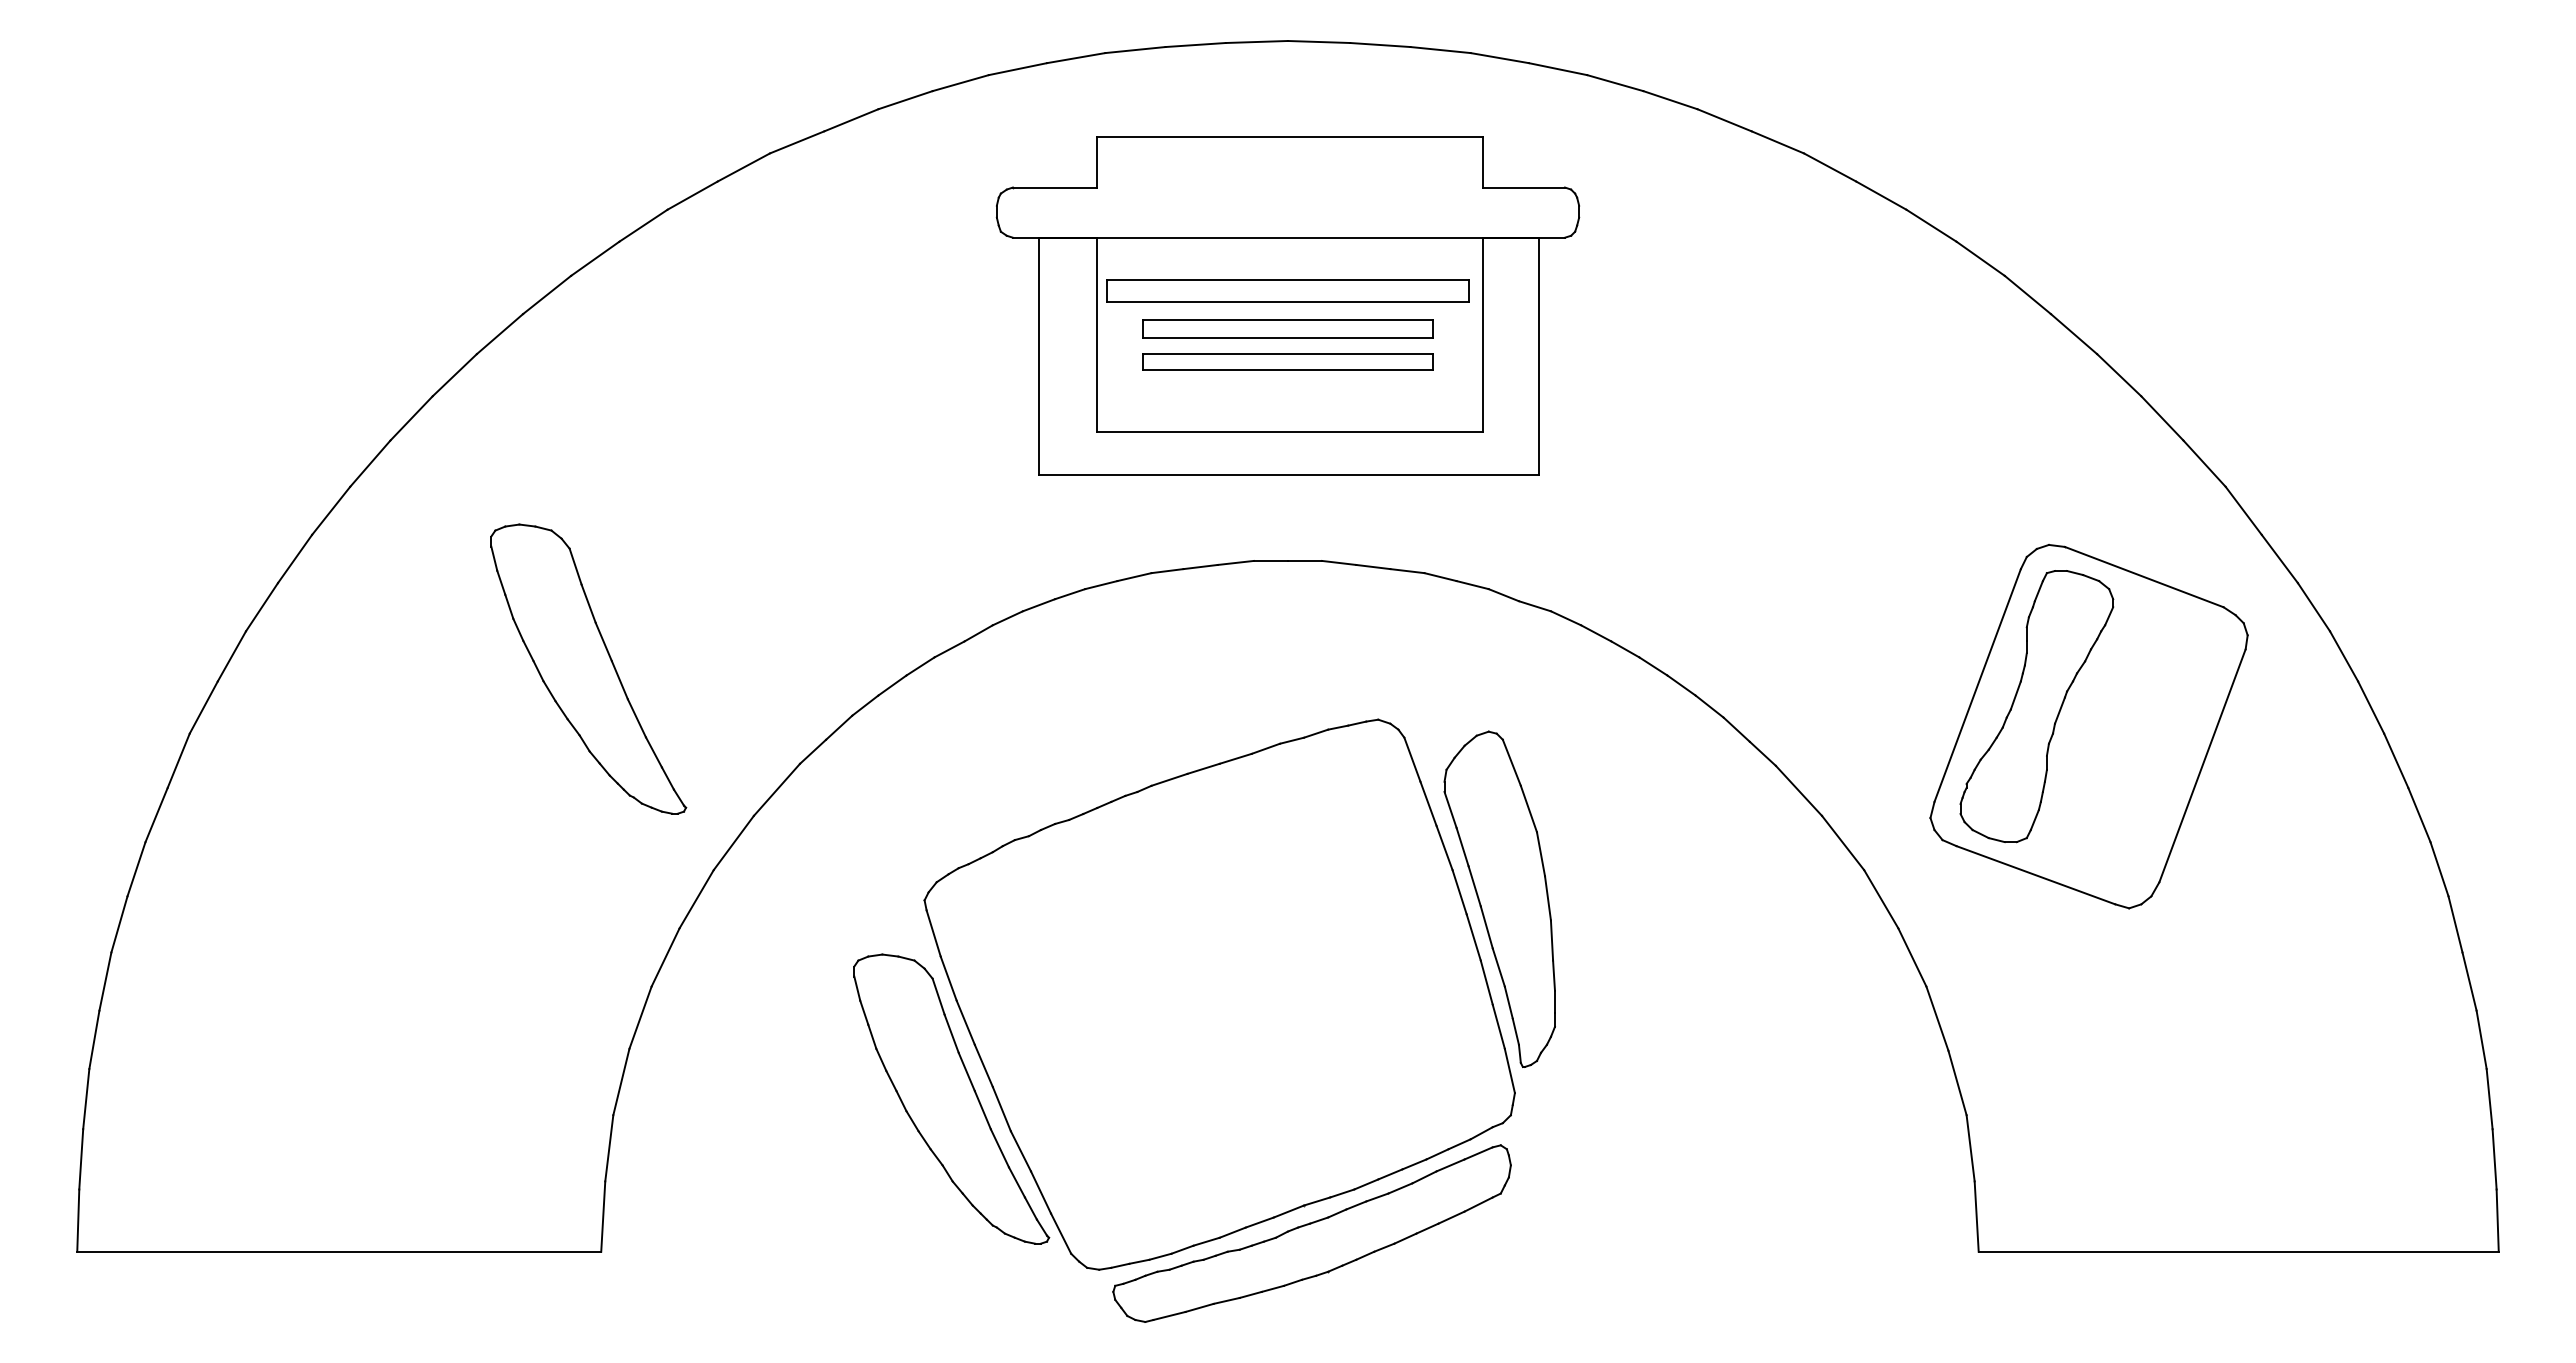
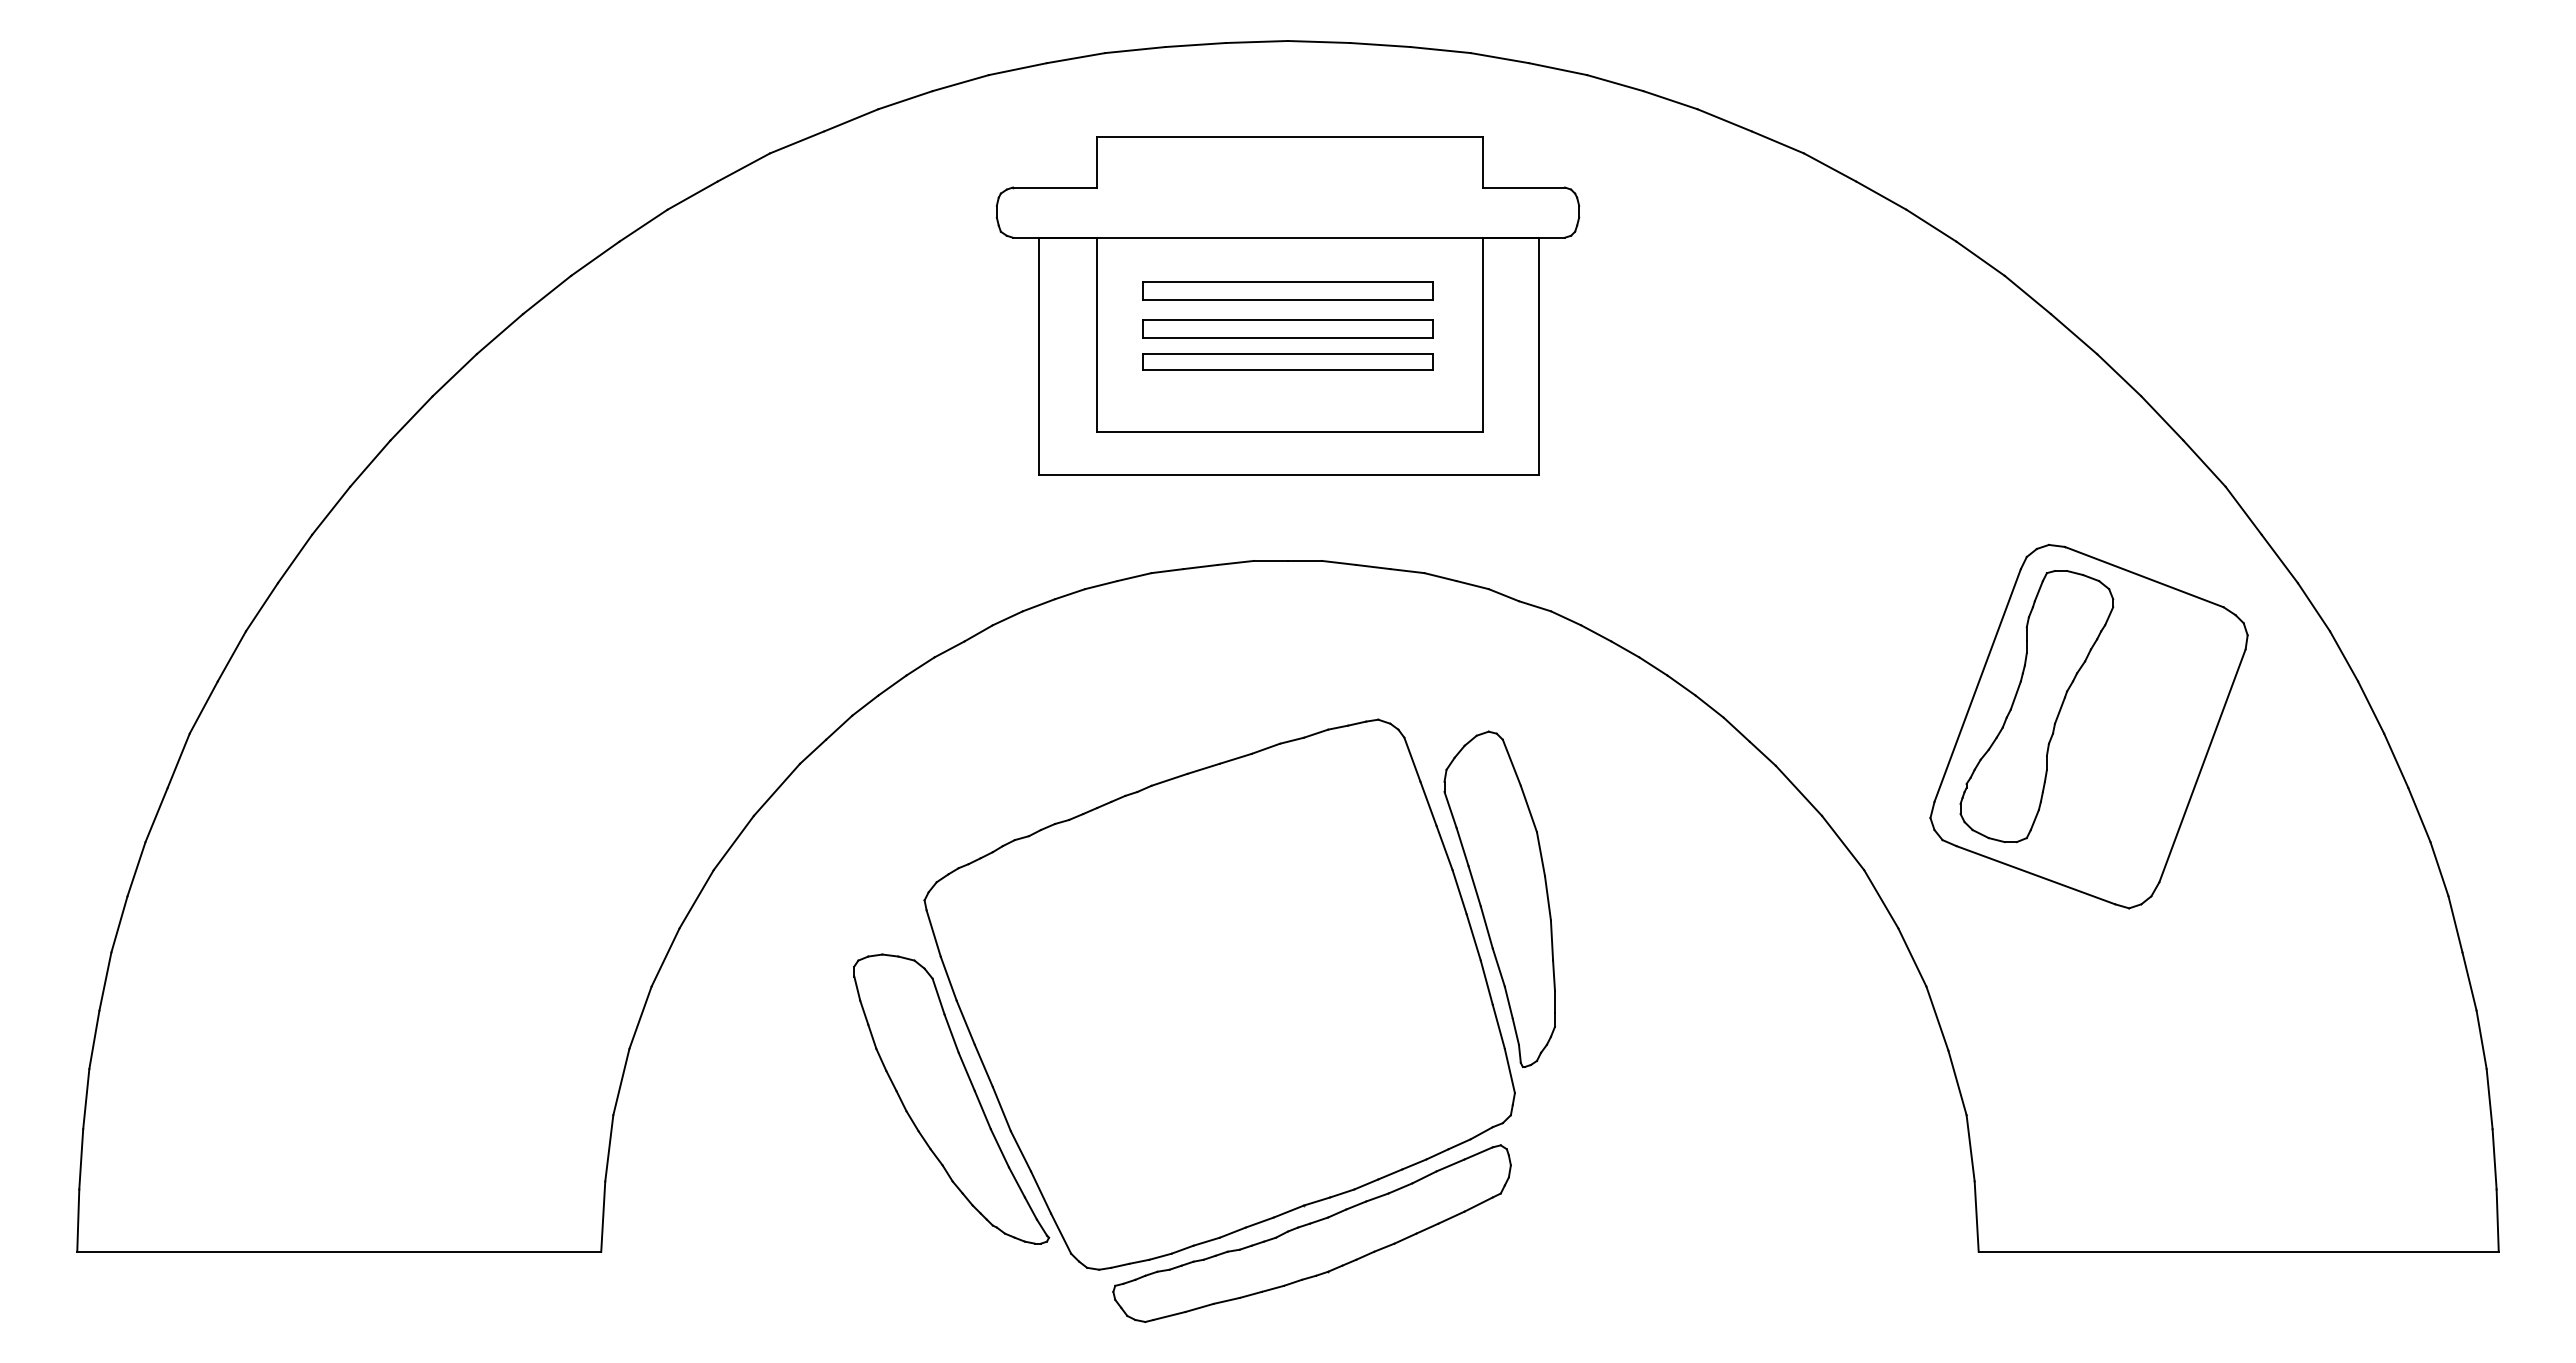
part at (1287, 290) size: 364x24 px -> 292x20 px
part at (588, 668): present -> none
